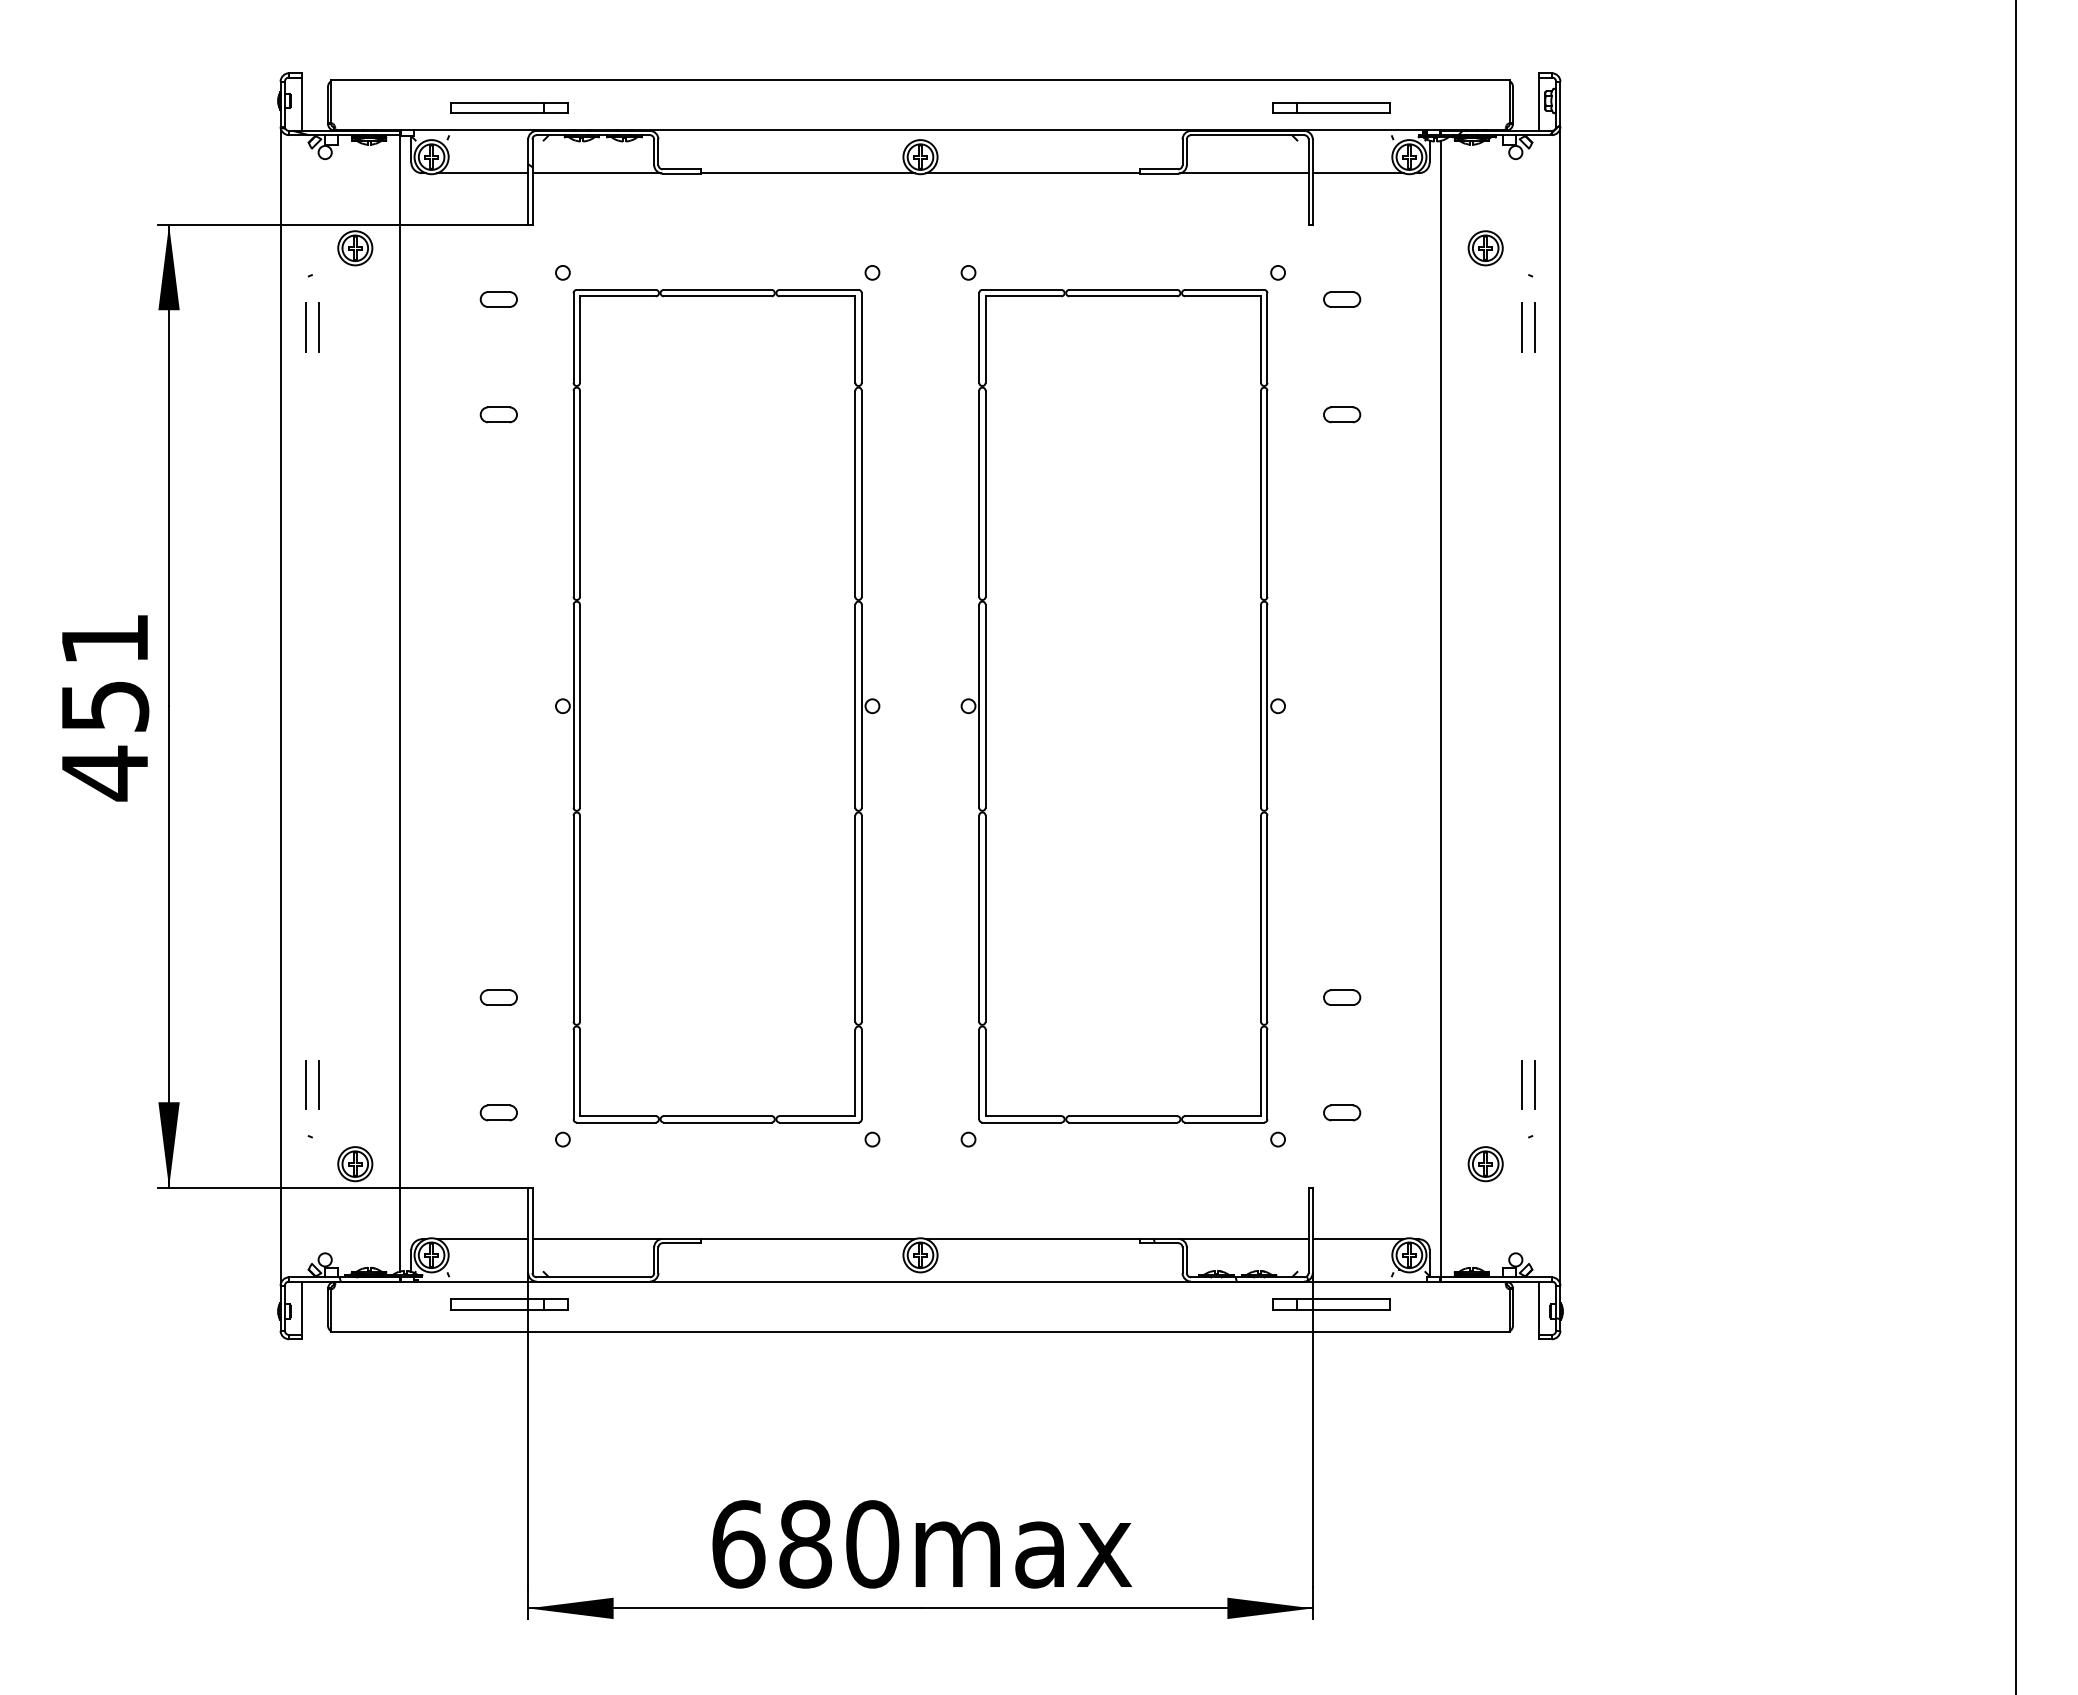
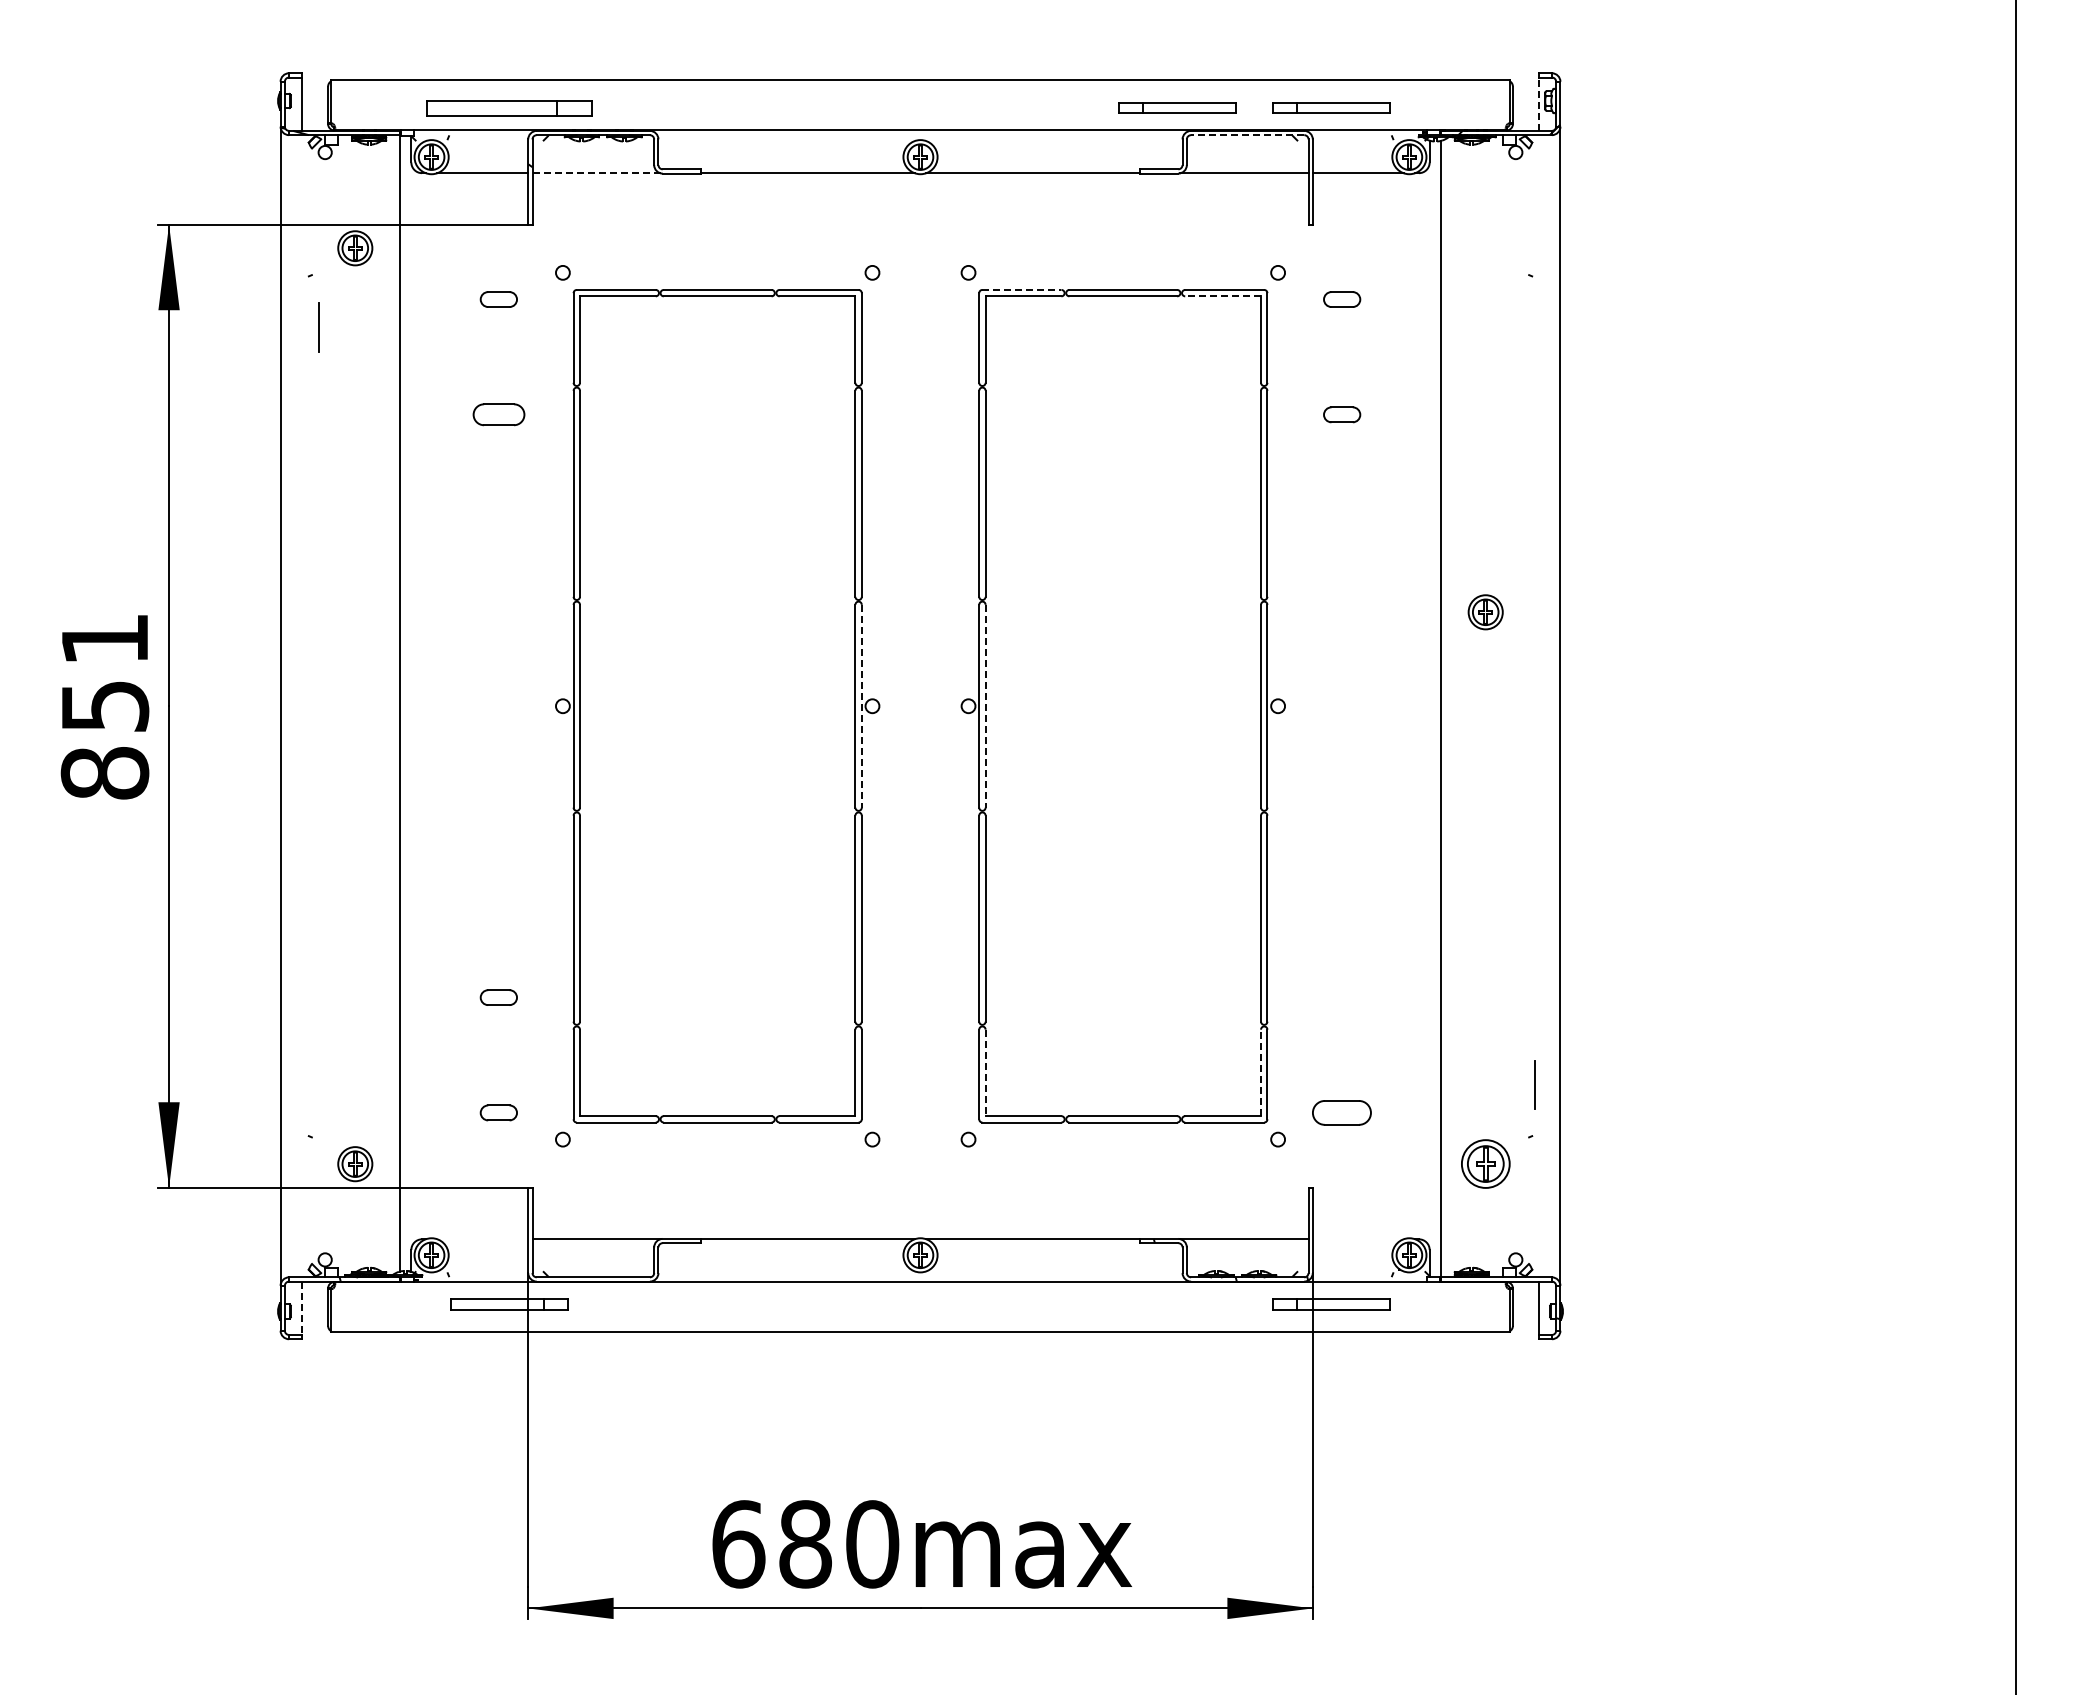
line at (1539, 104): solid -> dashed
part at (509, 107) size: 119x12 px -> 167x17 px
part at (1177, 107): none -> present
line at (1247, 135): solid -> dashed
line at (596, 173): solid -> dashed
part at (1485, 248) position: (1485, 248) -> (1485, 612)
line at (1022, 289): solid -> dashed
line at (1223, 296): solid -> dashed
line at (306, 327): present -> none
line at (1521, 327): present -> none
line at (1534, 327): present -> none
part at (498, 414) size: 39x18 px -> 54x24 px
line at (861, 706): solid -> dashed
line at (985, 706): solid -> dashed
text at (104, 773): 451 -> 851
part at (1342, 997): present -> none
line at (1261, 1072): solid -> dashed
line at (985, 1073): solid -> dashed
line at (306, 1084): present -> none
line at (319, 1084): present -> none
line at (1522, 1084): present -> none
part at (1342, 1112) size: 39x18 px -> 60x26 px
part at (1485, 1164) size: 37x37 px -> 50x50 px
line at (482, 1239): present -> none
line at (1357, 1239): present -> none
line at (301, 1308): solid -> dashed
